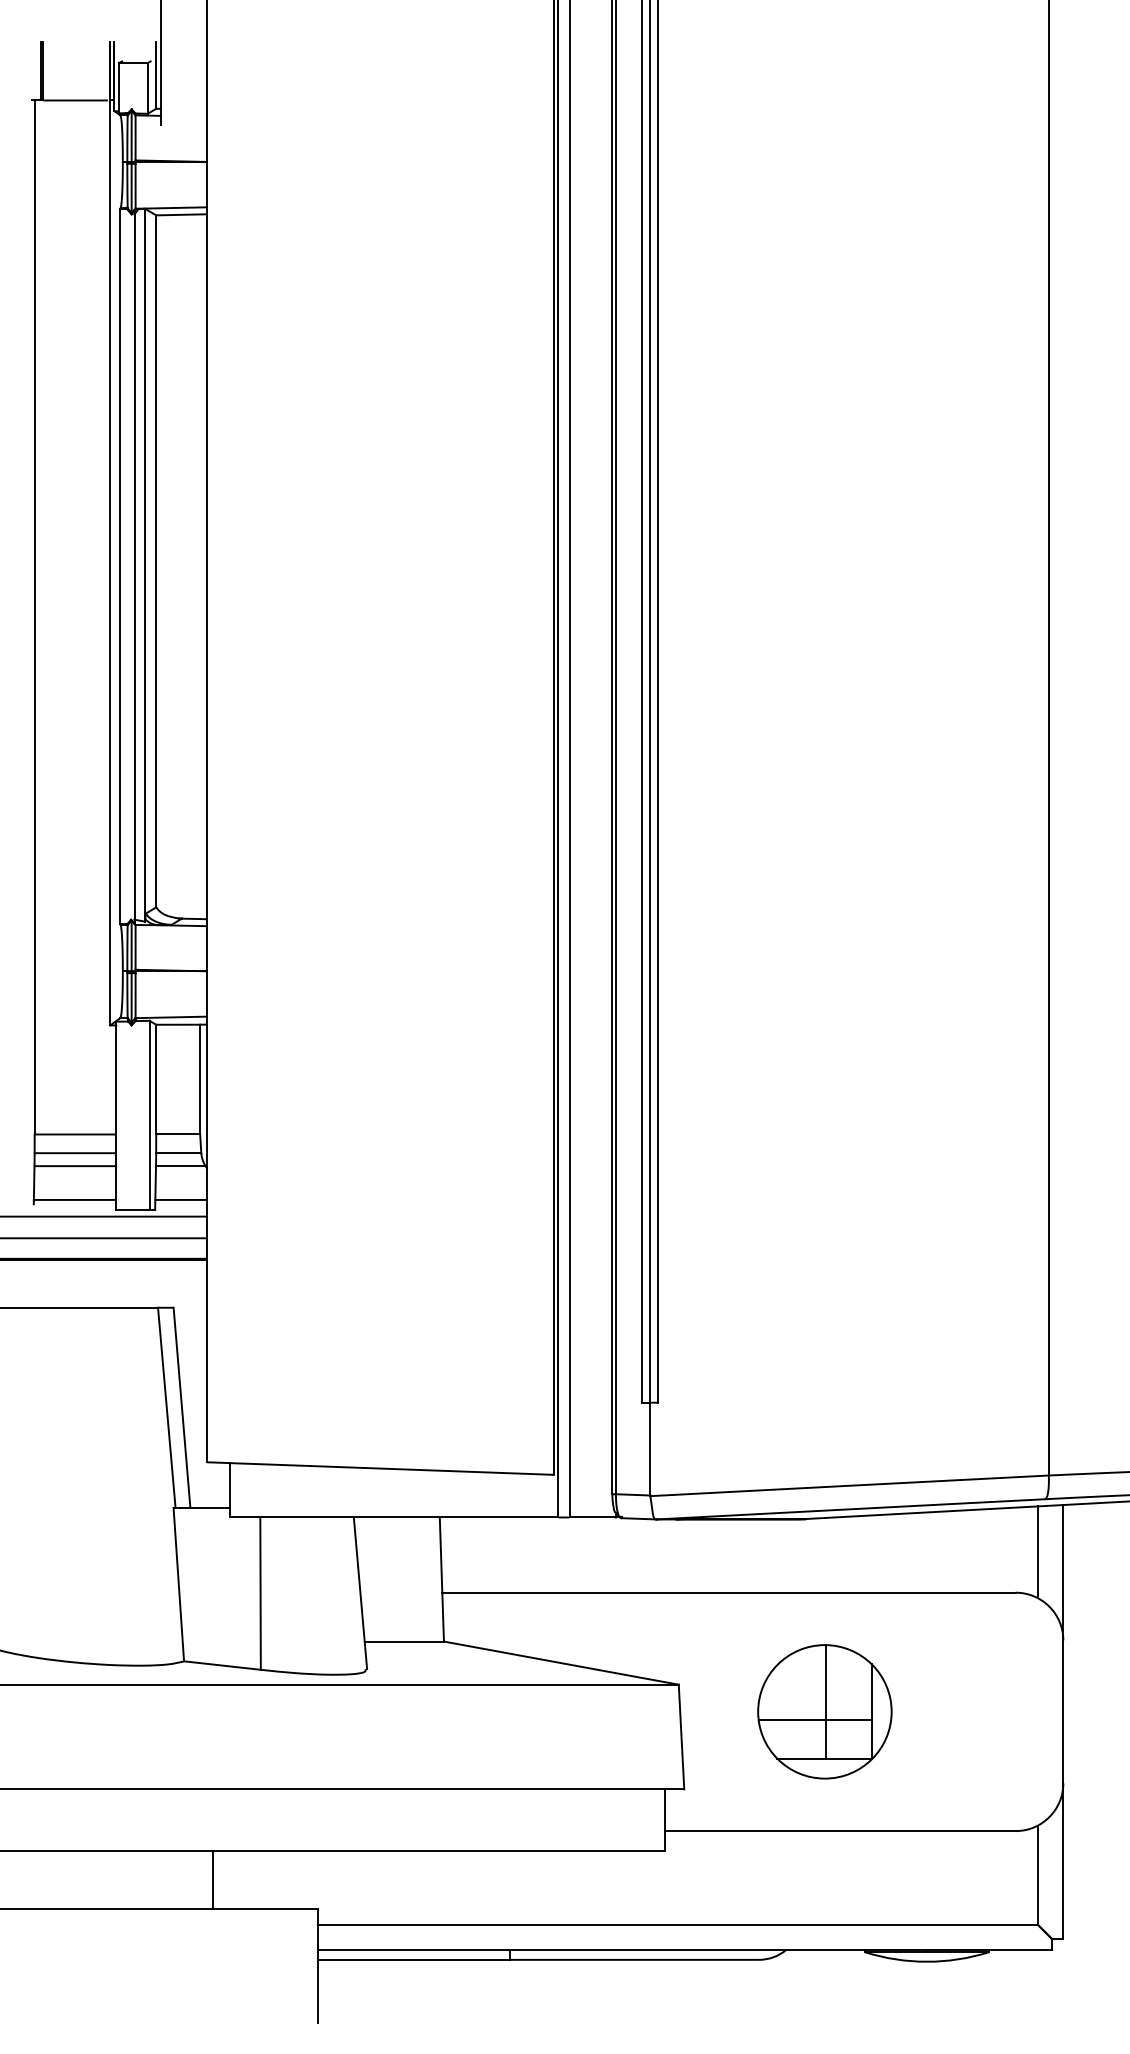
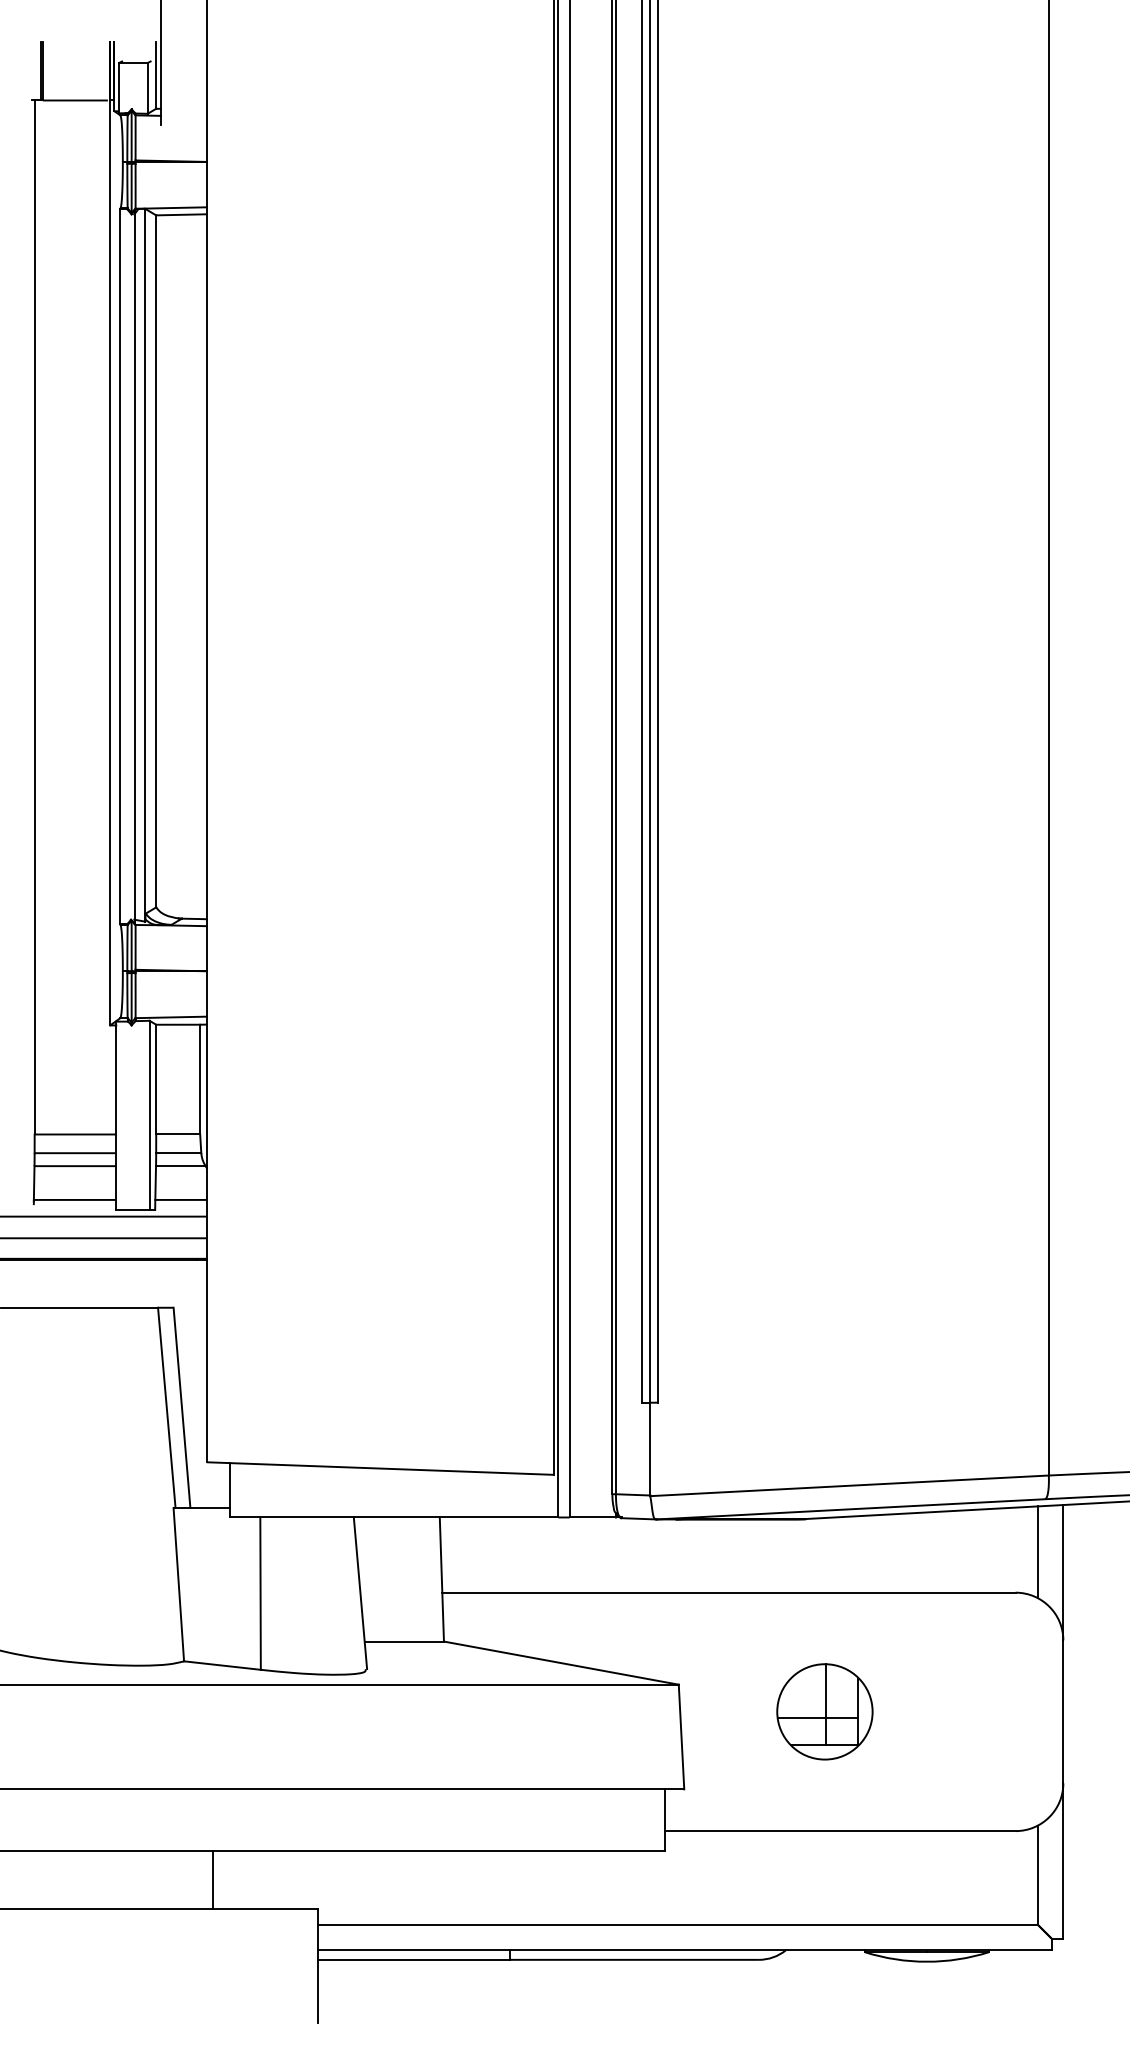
part at (824, 1711) size: 136x136 px -> 98x98 px
